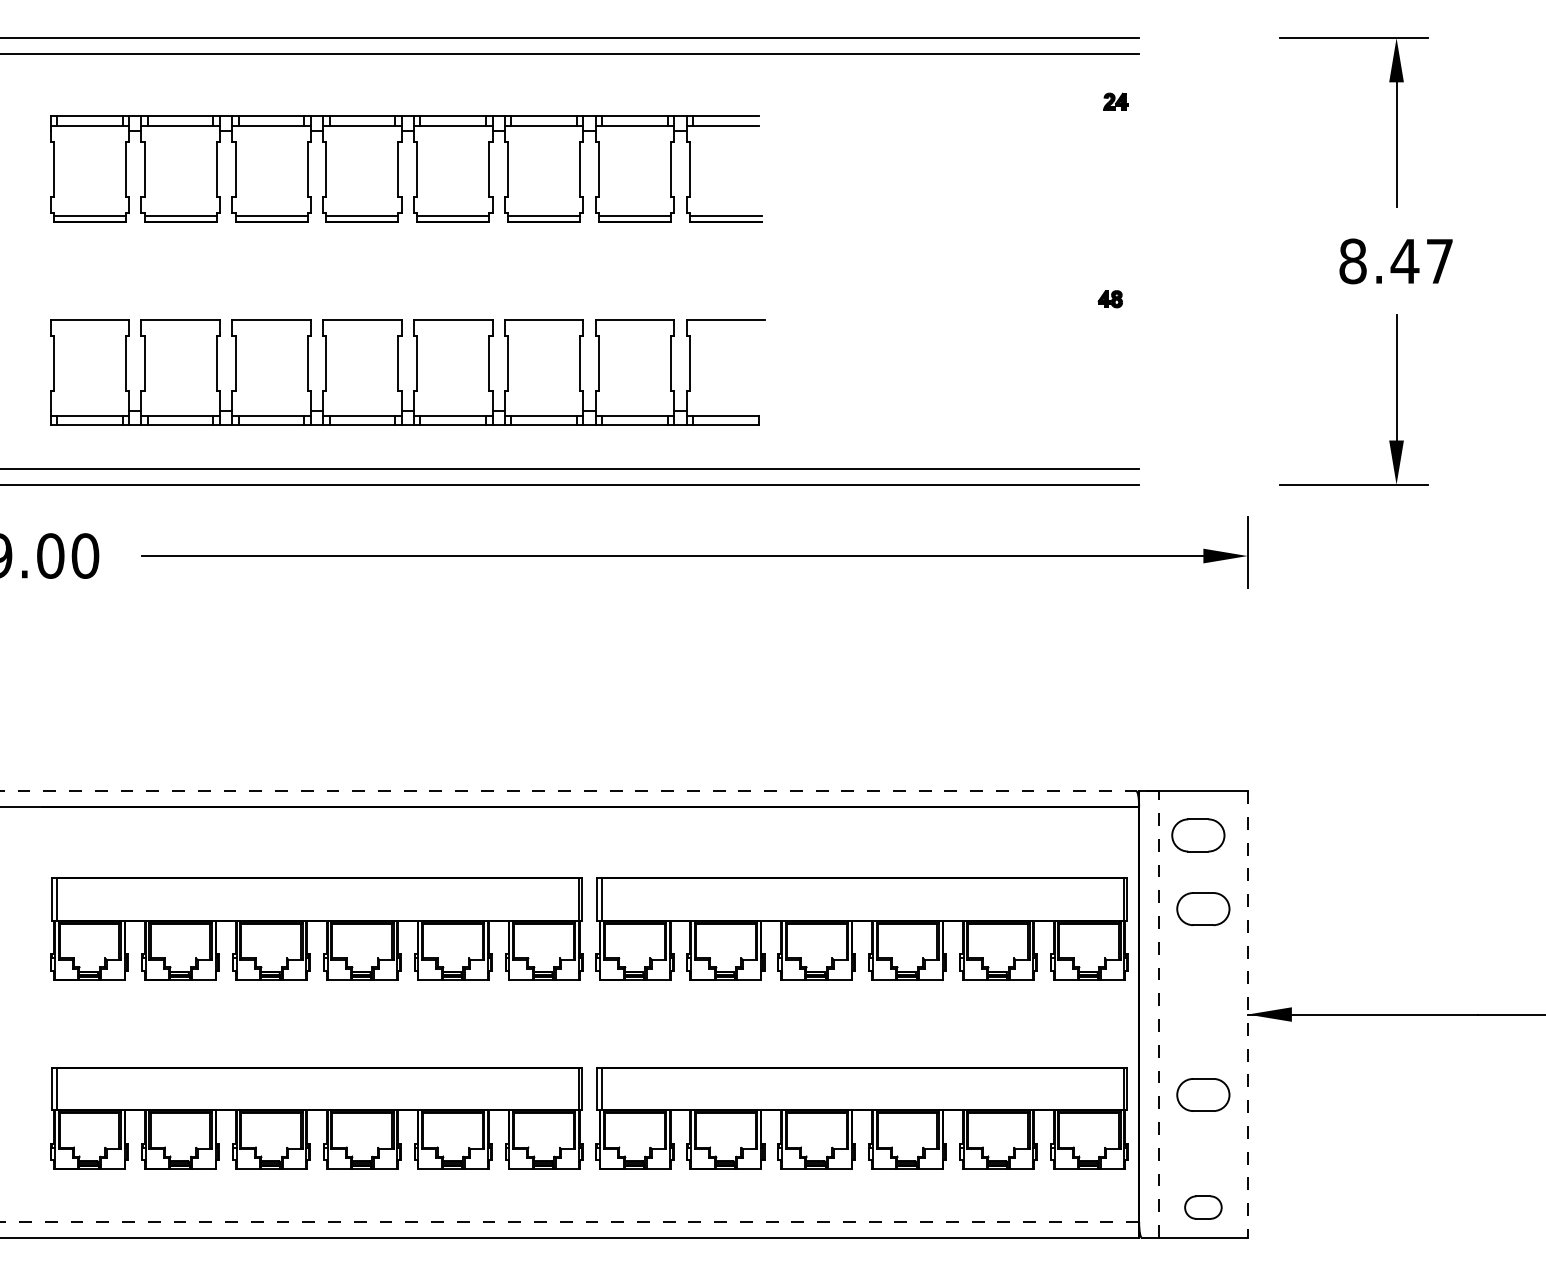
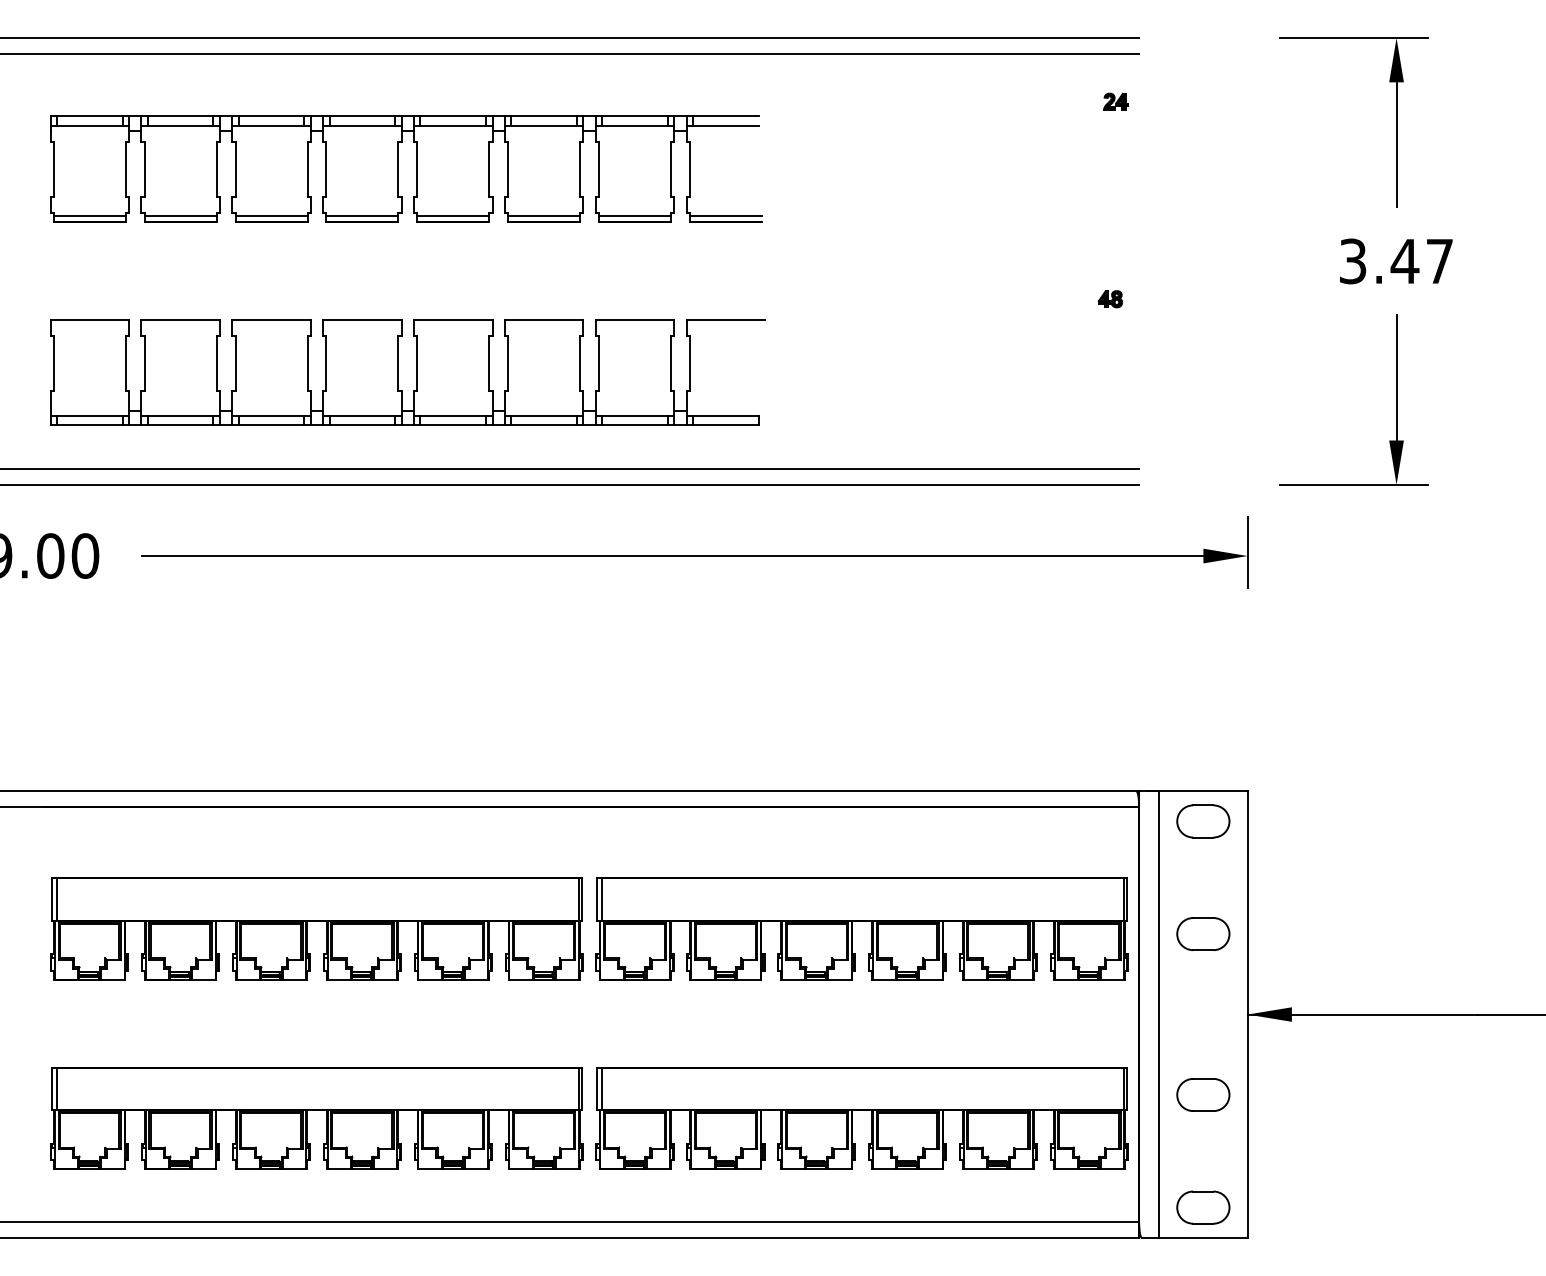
text at (1352, 261): 8.47 -> 3.47
line at (570, 791): dashed -> solid
part at (1198, 835) position: (1198, 835) -> (1203, 821)
part at (1203, 909) position: (1203, 909) -> (1203, 934)
line at (1159, 1014): dashed -> solid
line at (1247, 1015): dashed -> solid
part at (1203, 1207) size: 39x25 px -> 55x35 px
line at (569, 1221): dashed -> solid
